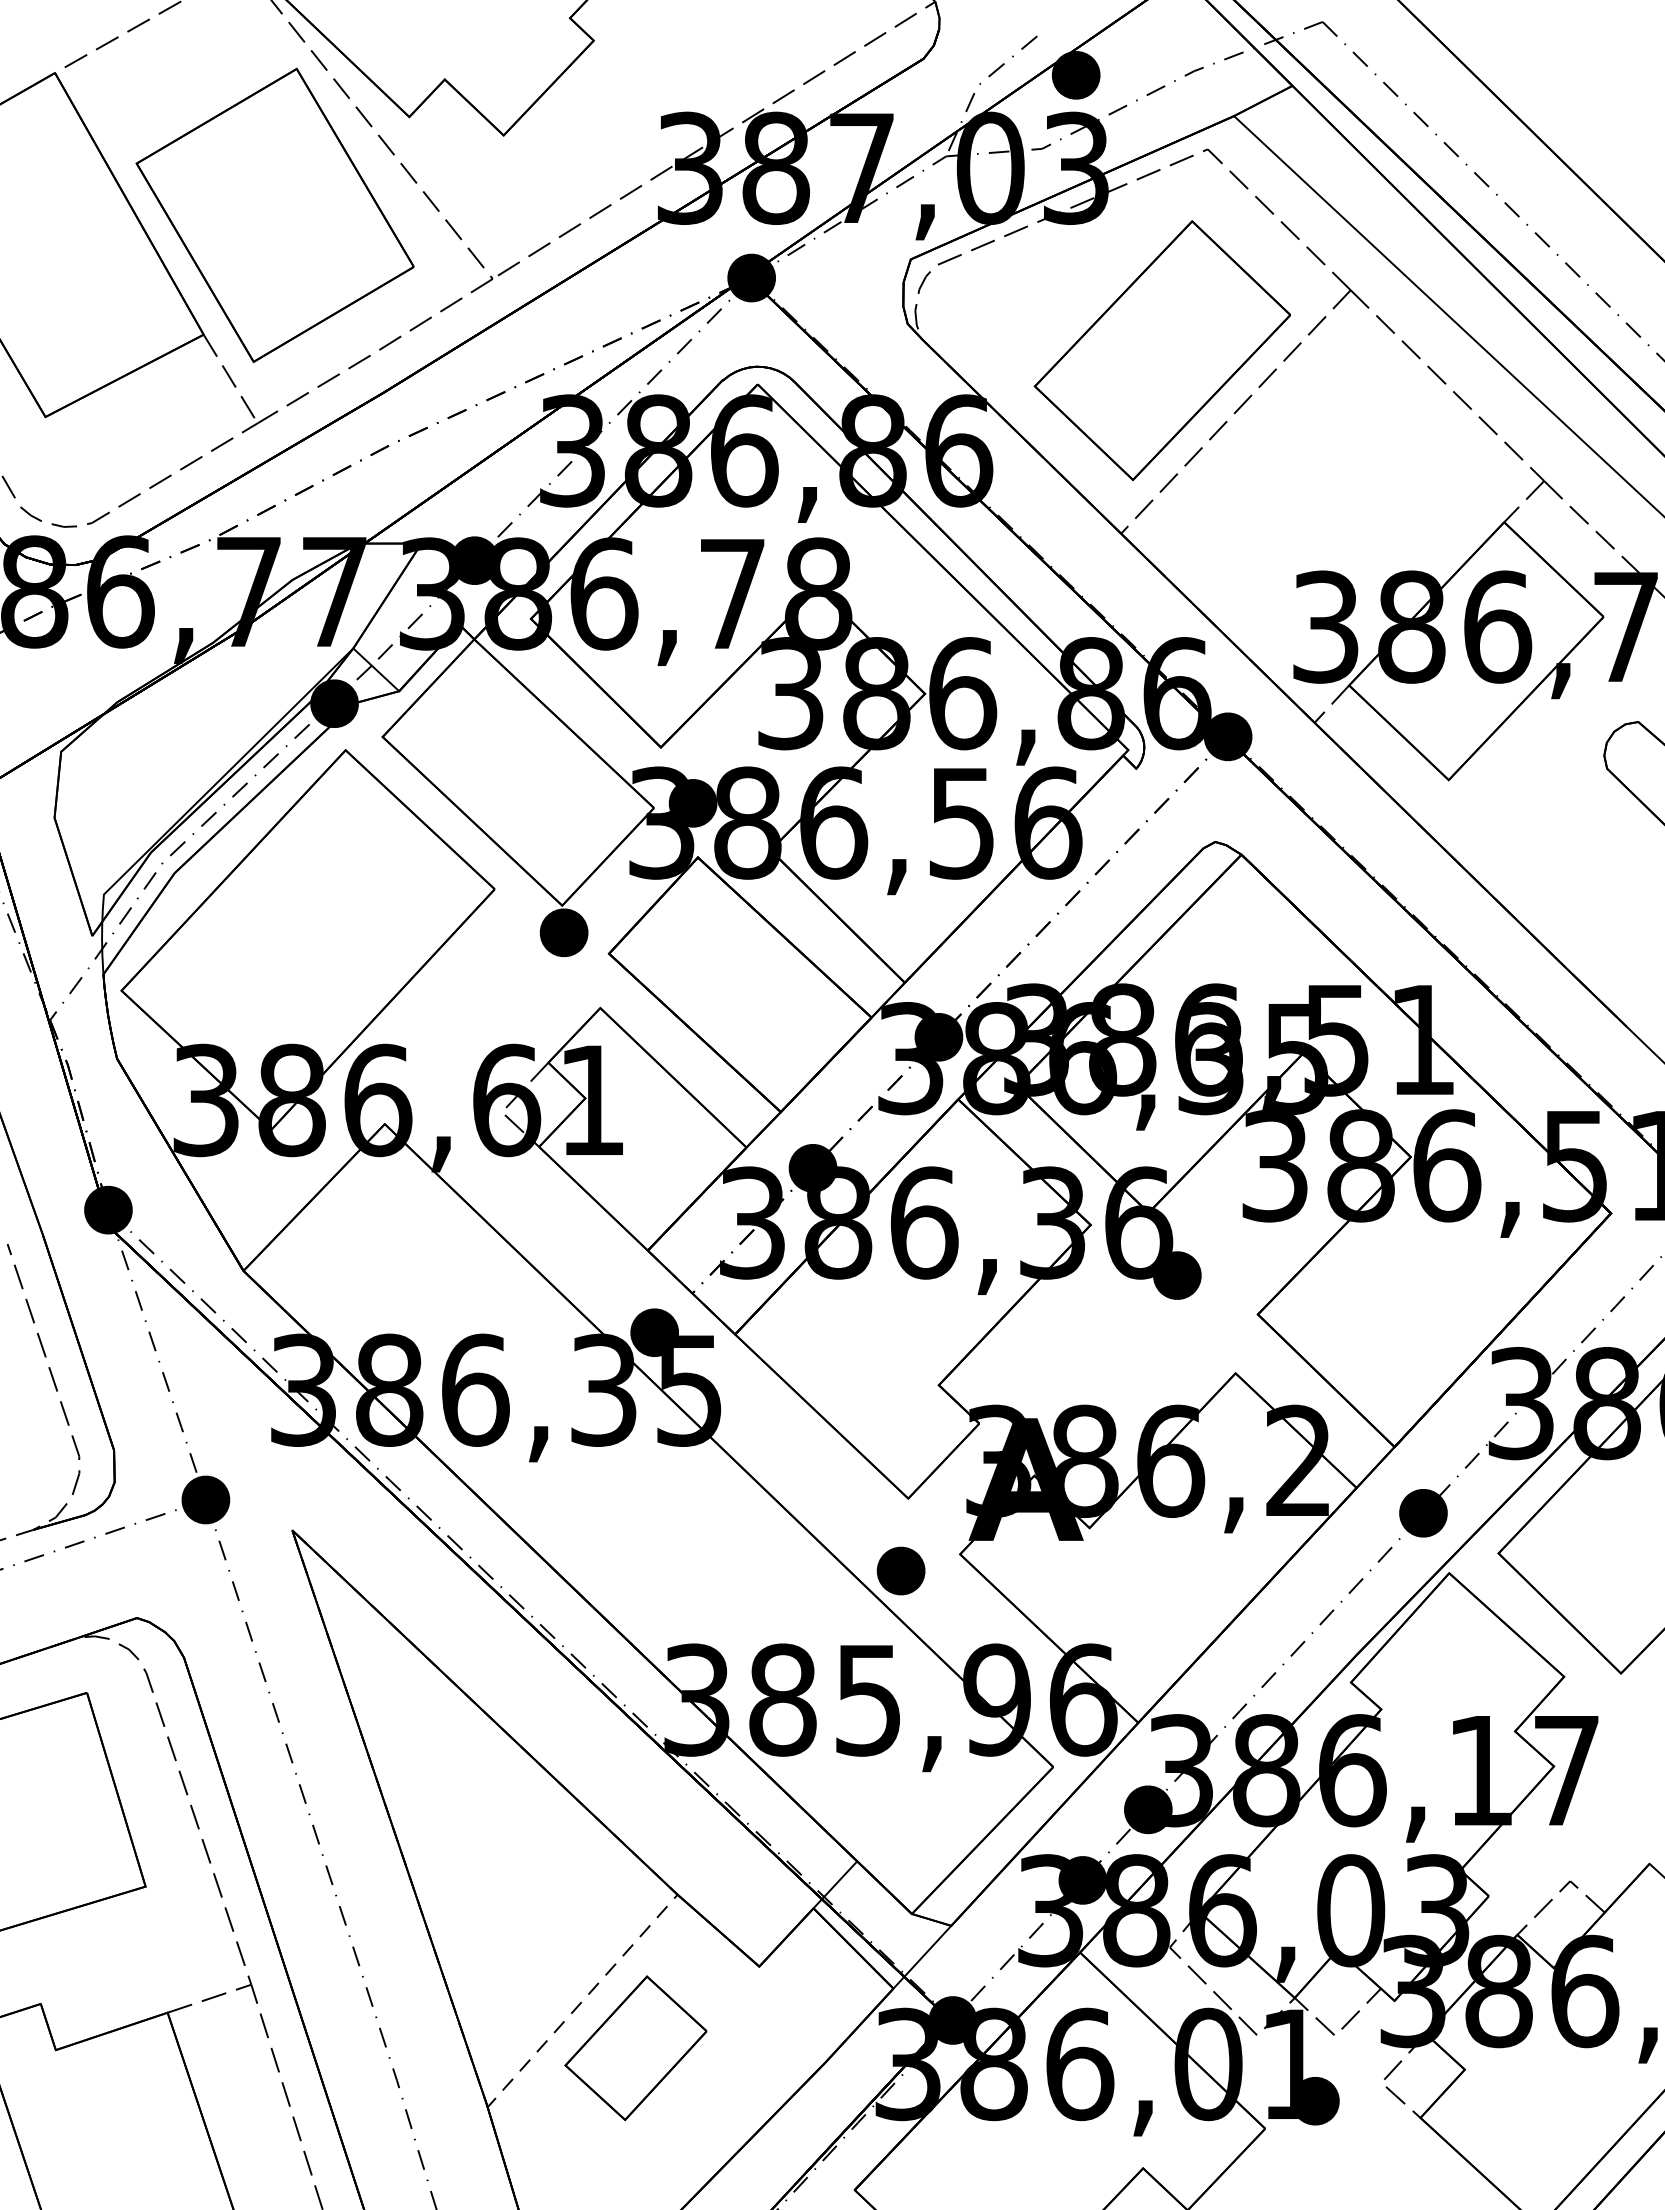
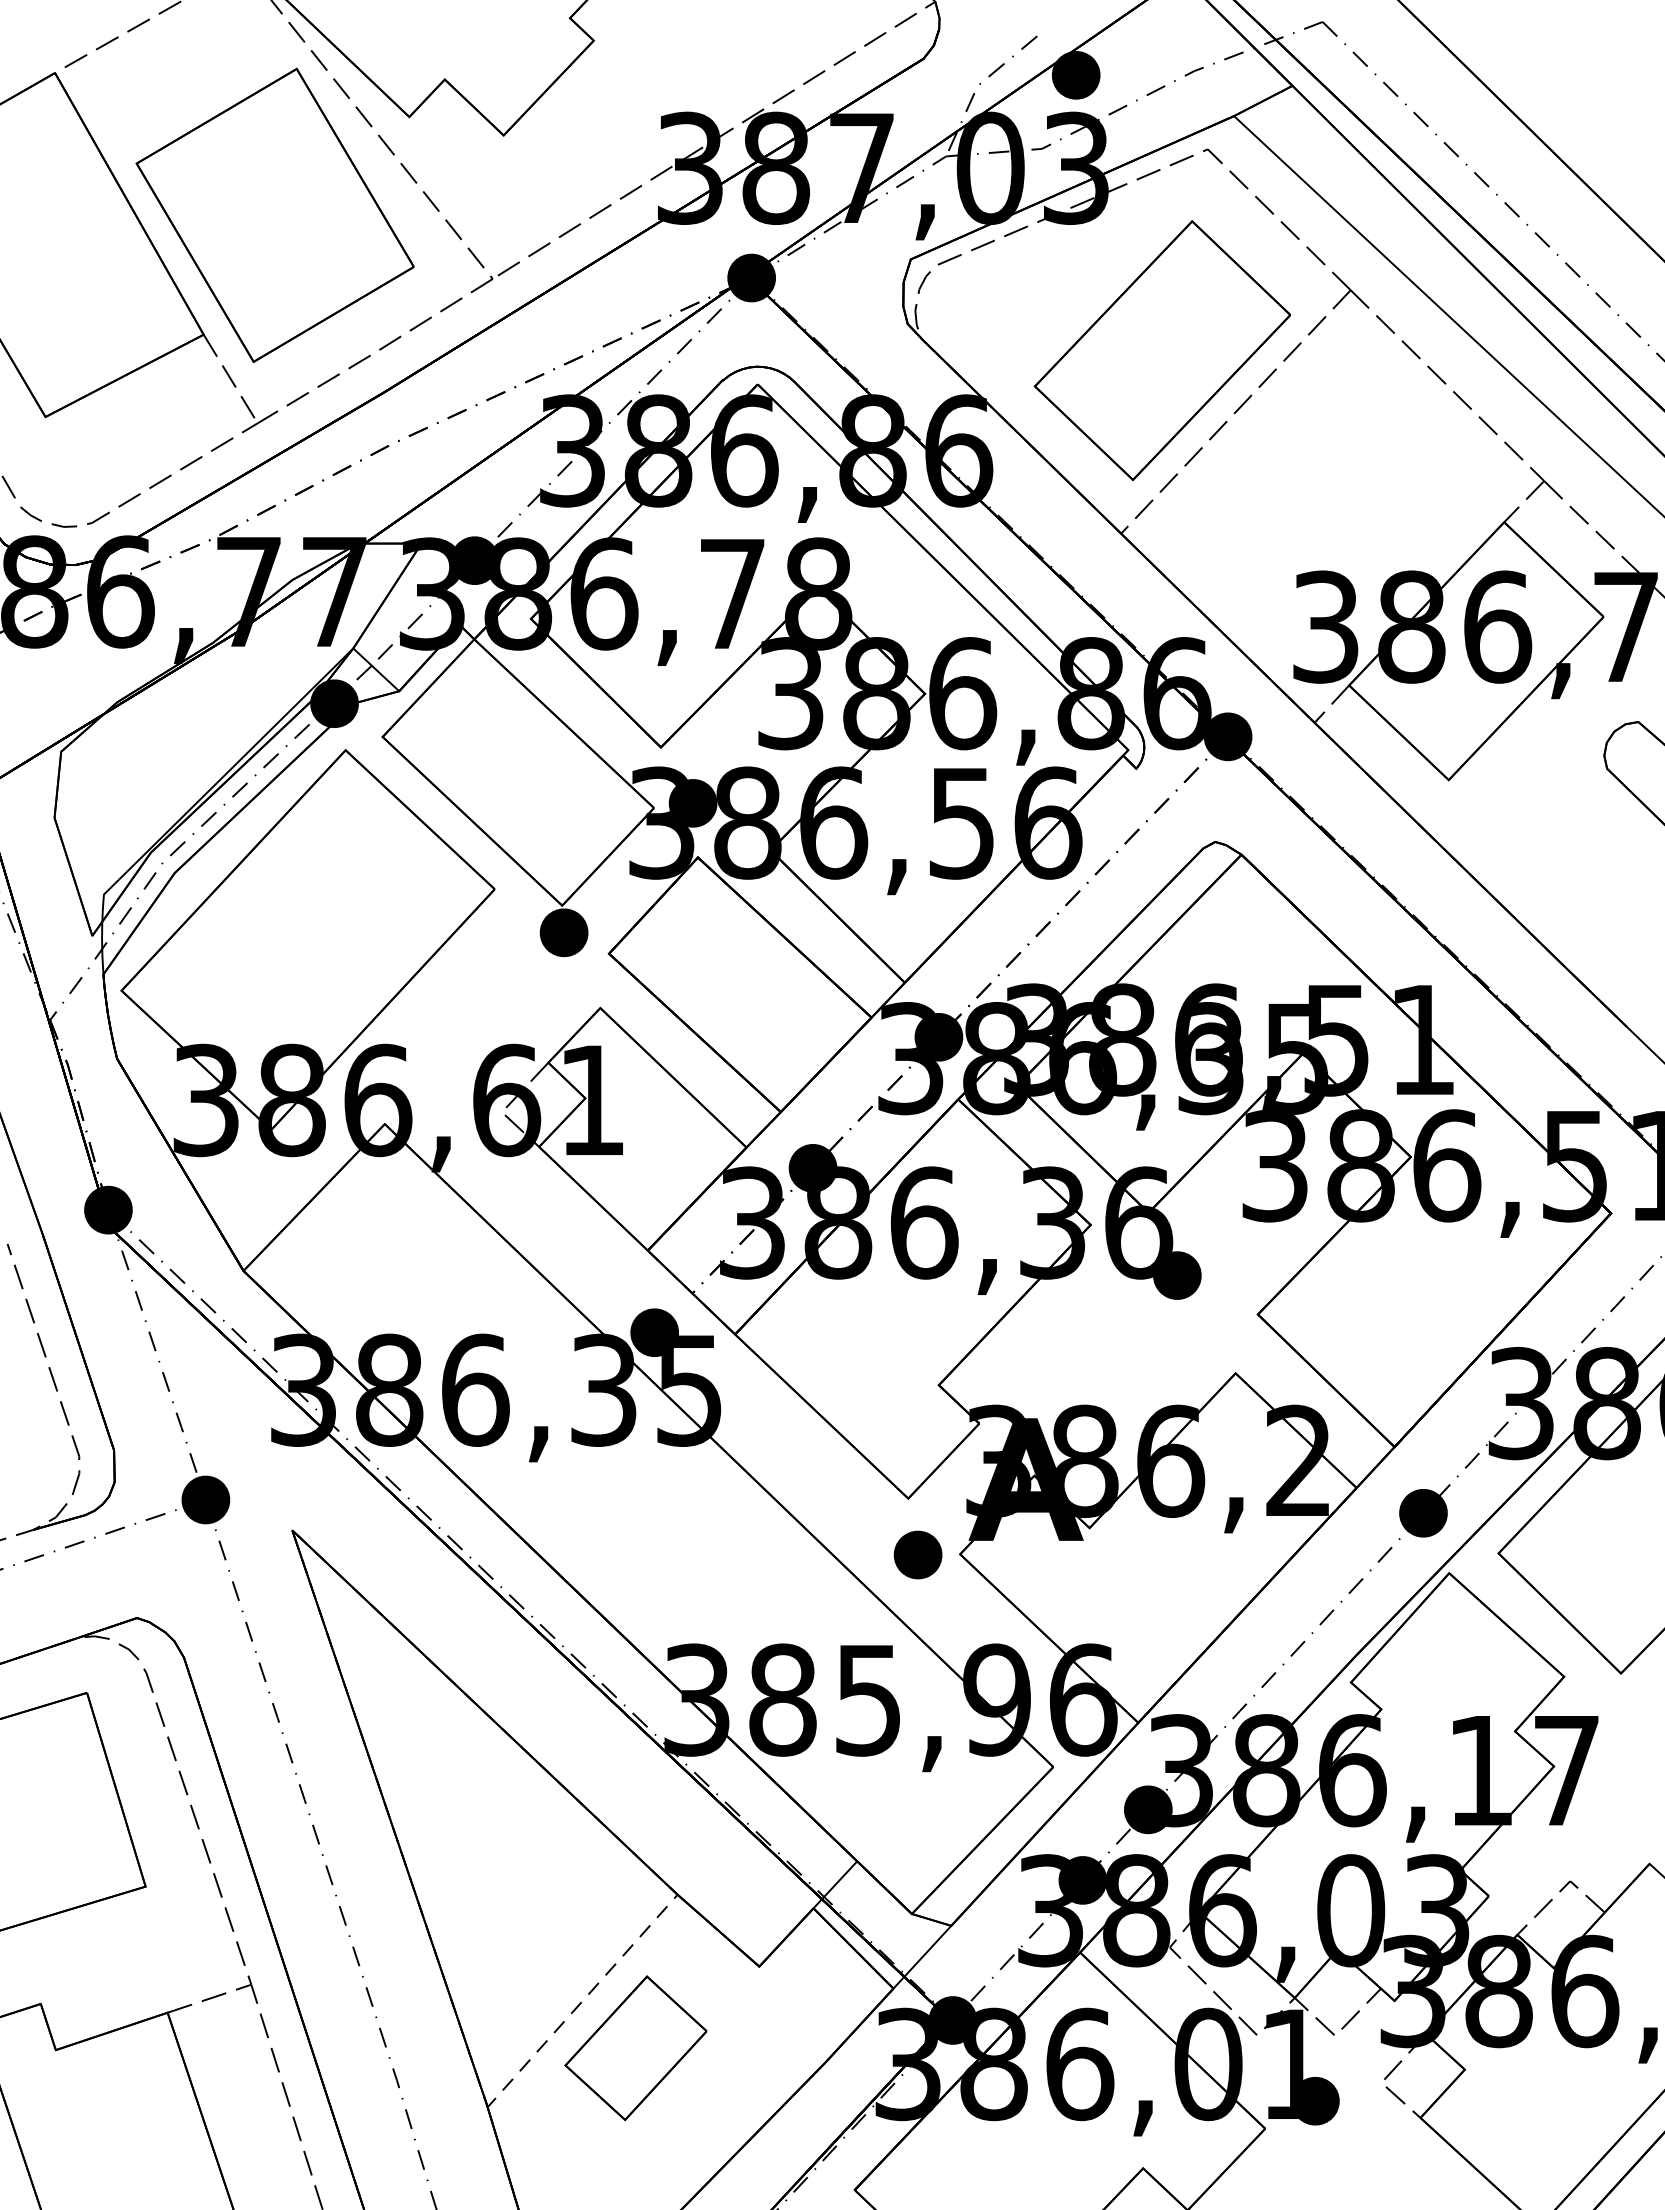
part at (900, 1570) position: (900, 1570) -> (917, 1554)
